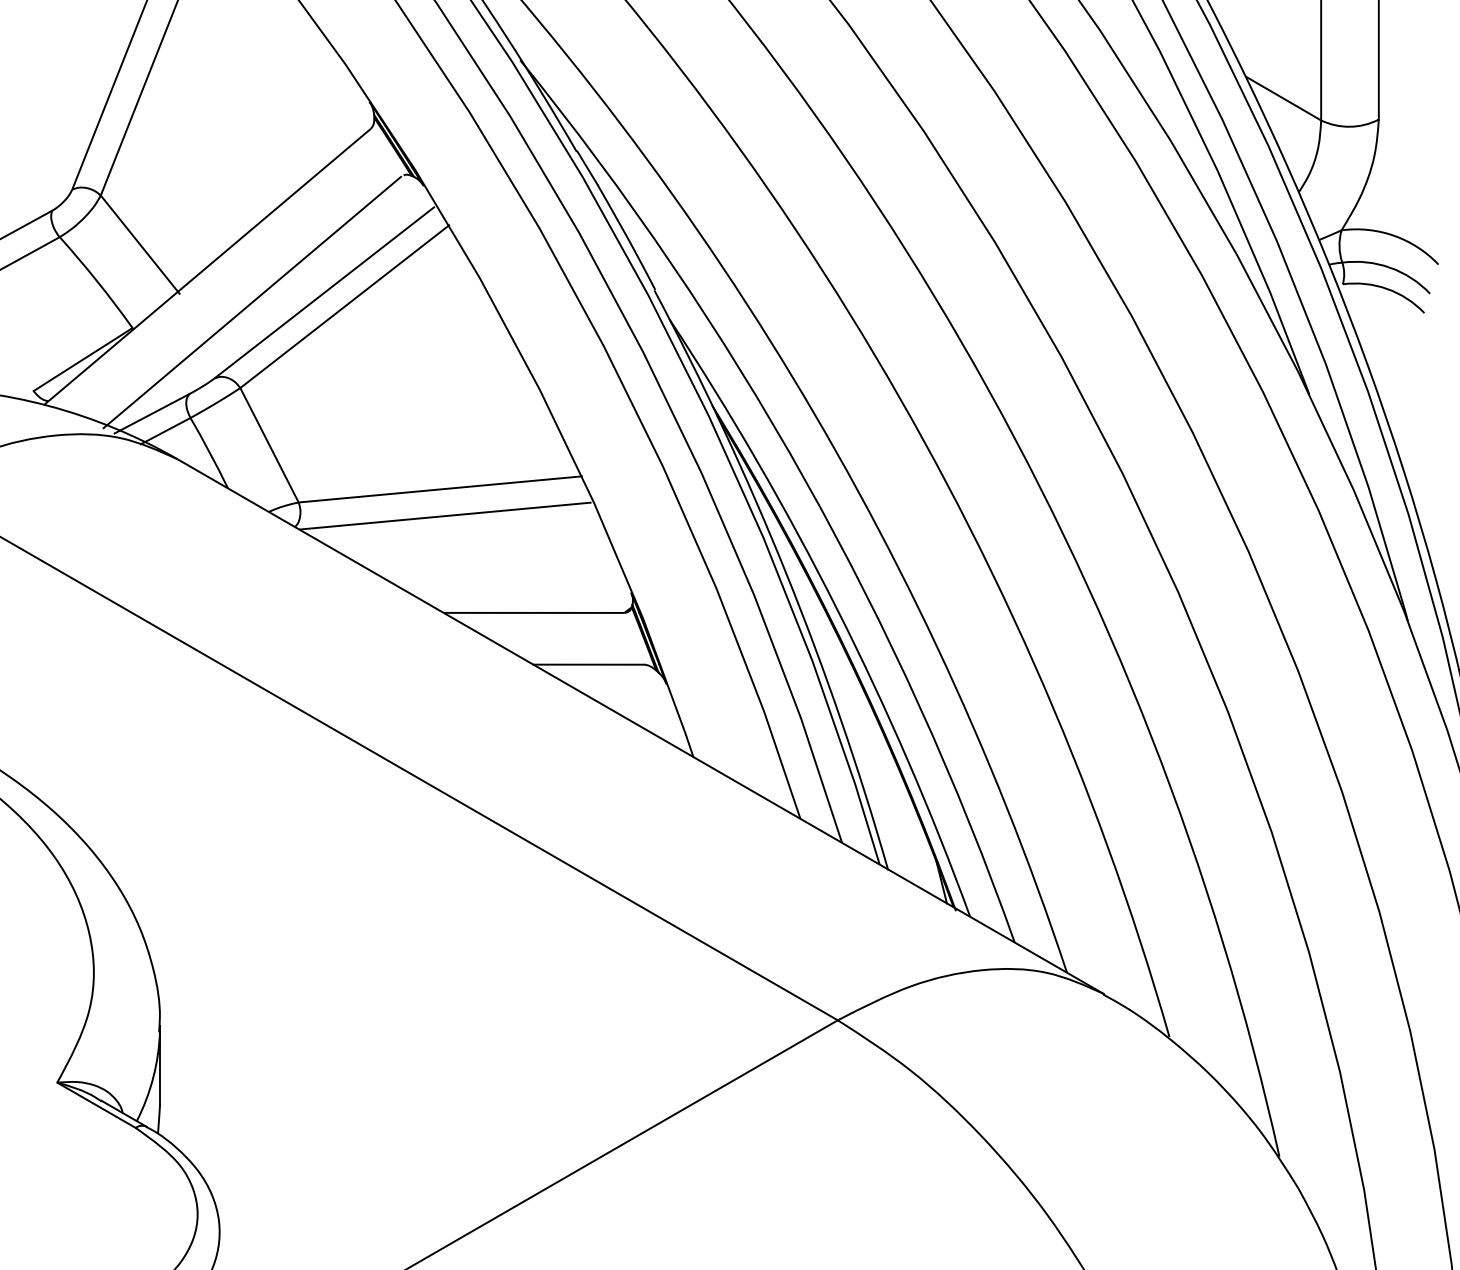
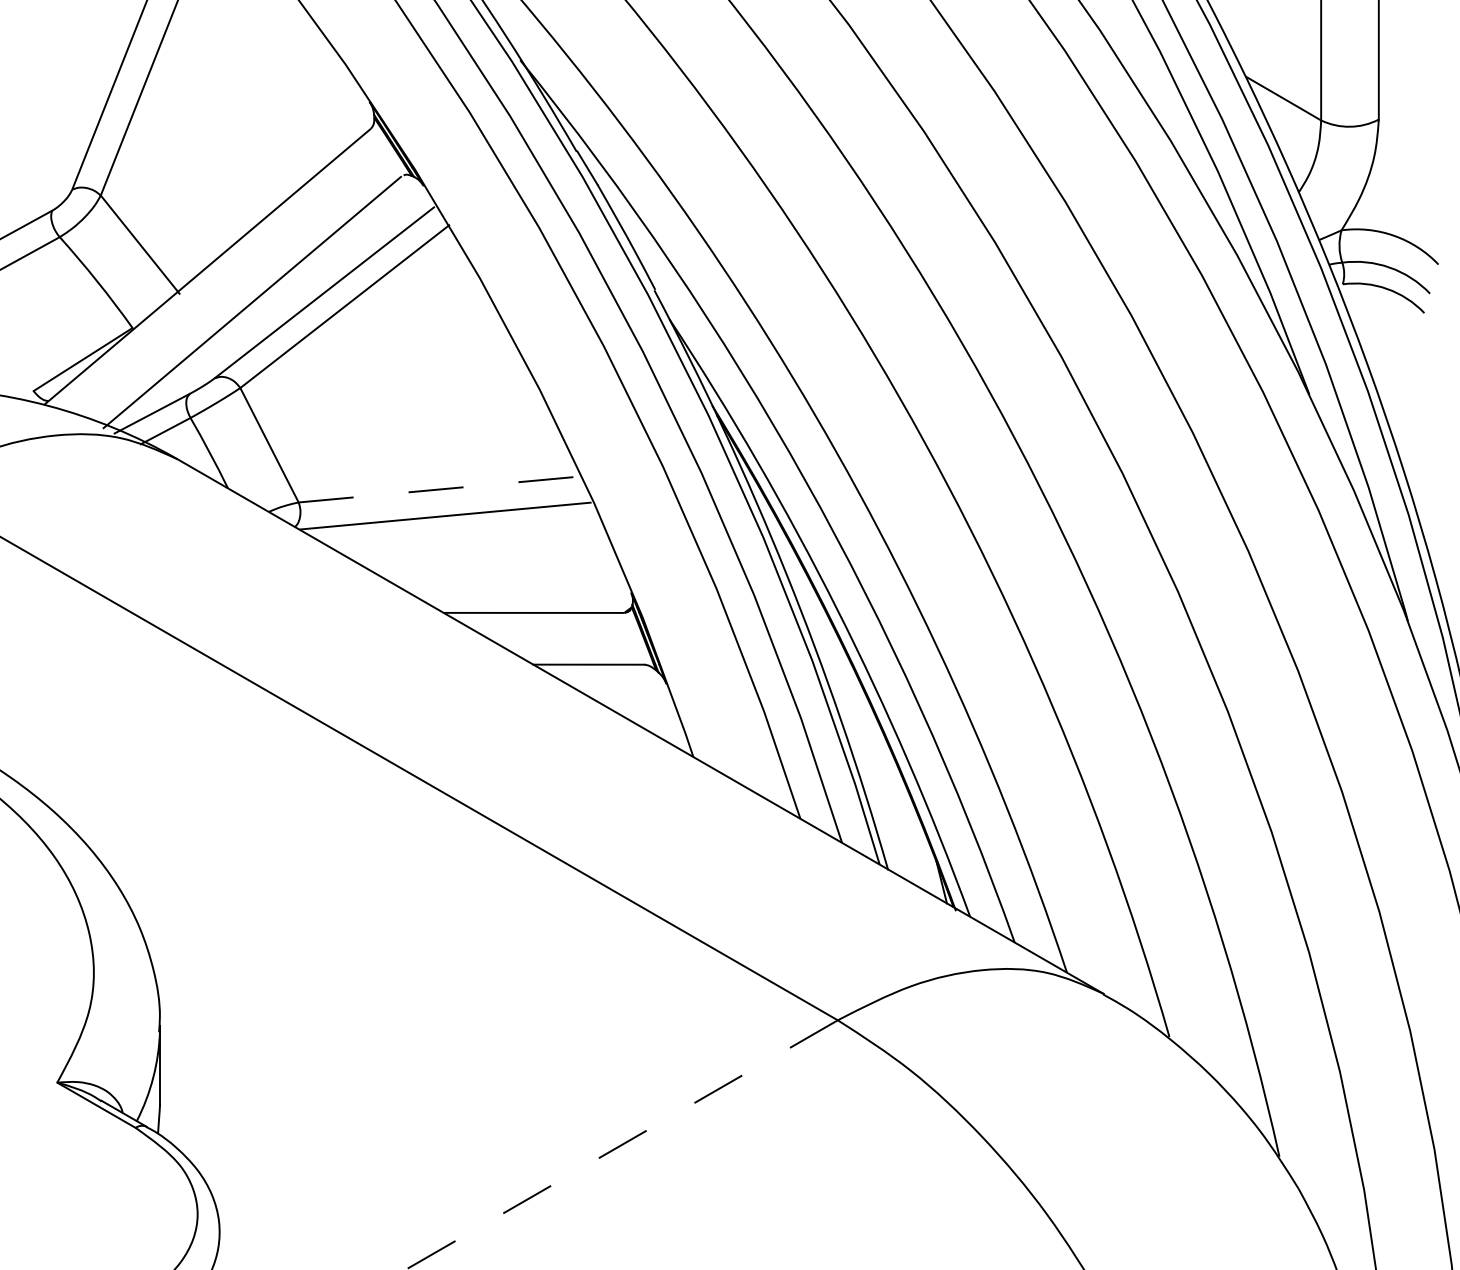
line at (440, 489): solid -> dashed
line at (621, 1145): solid -> dashed
